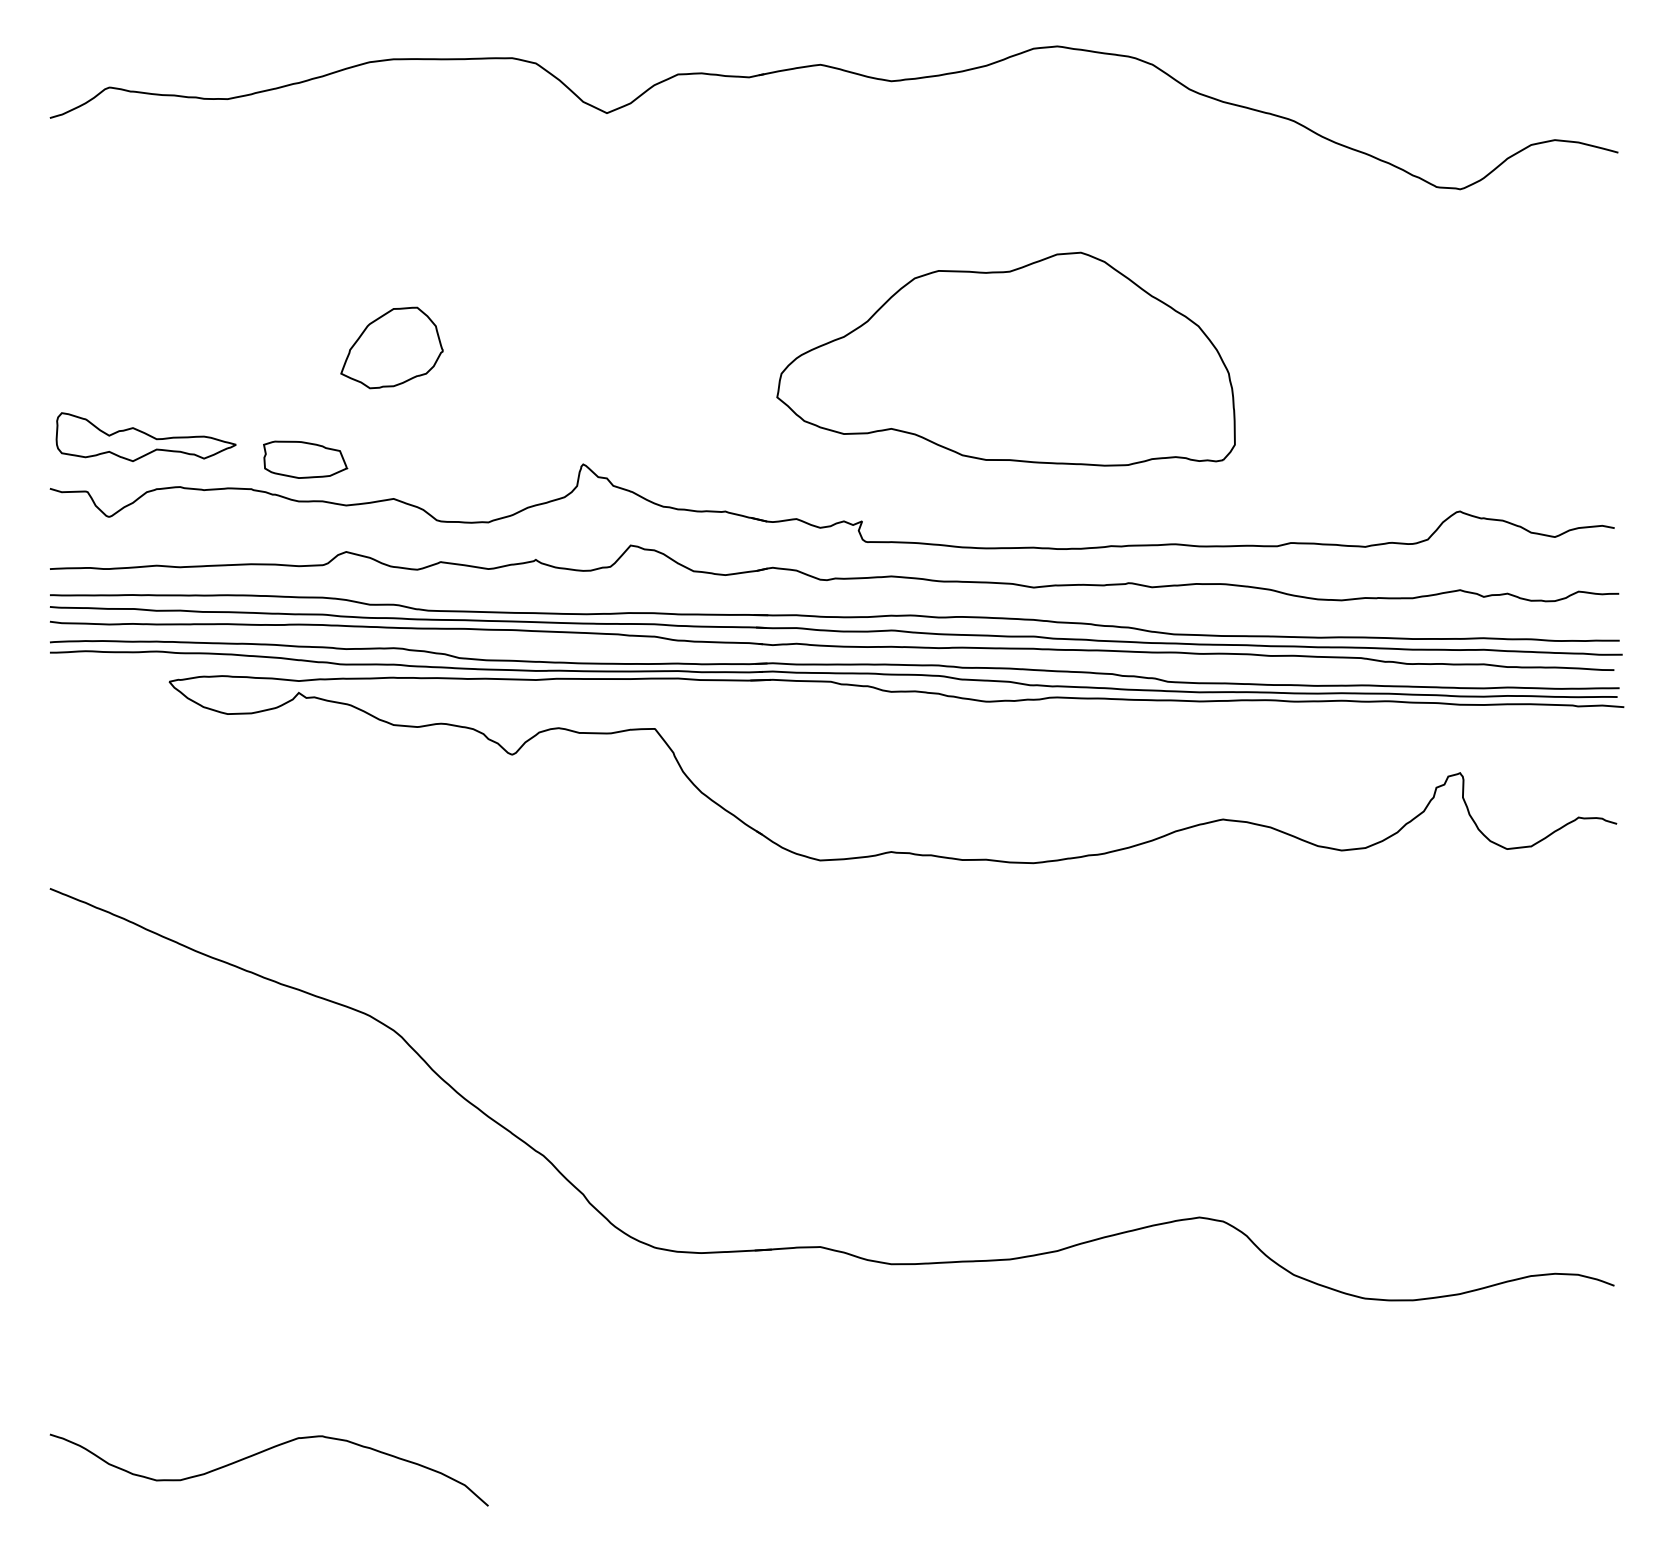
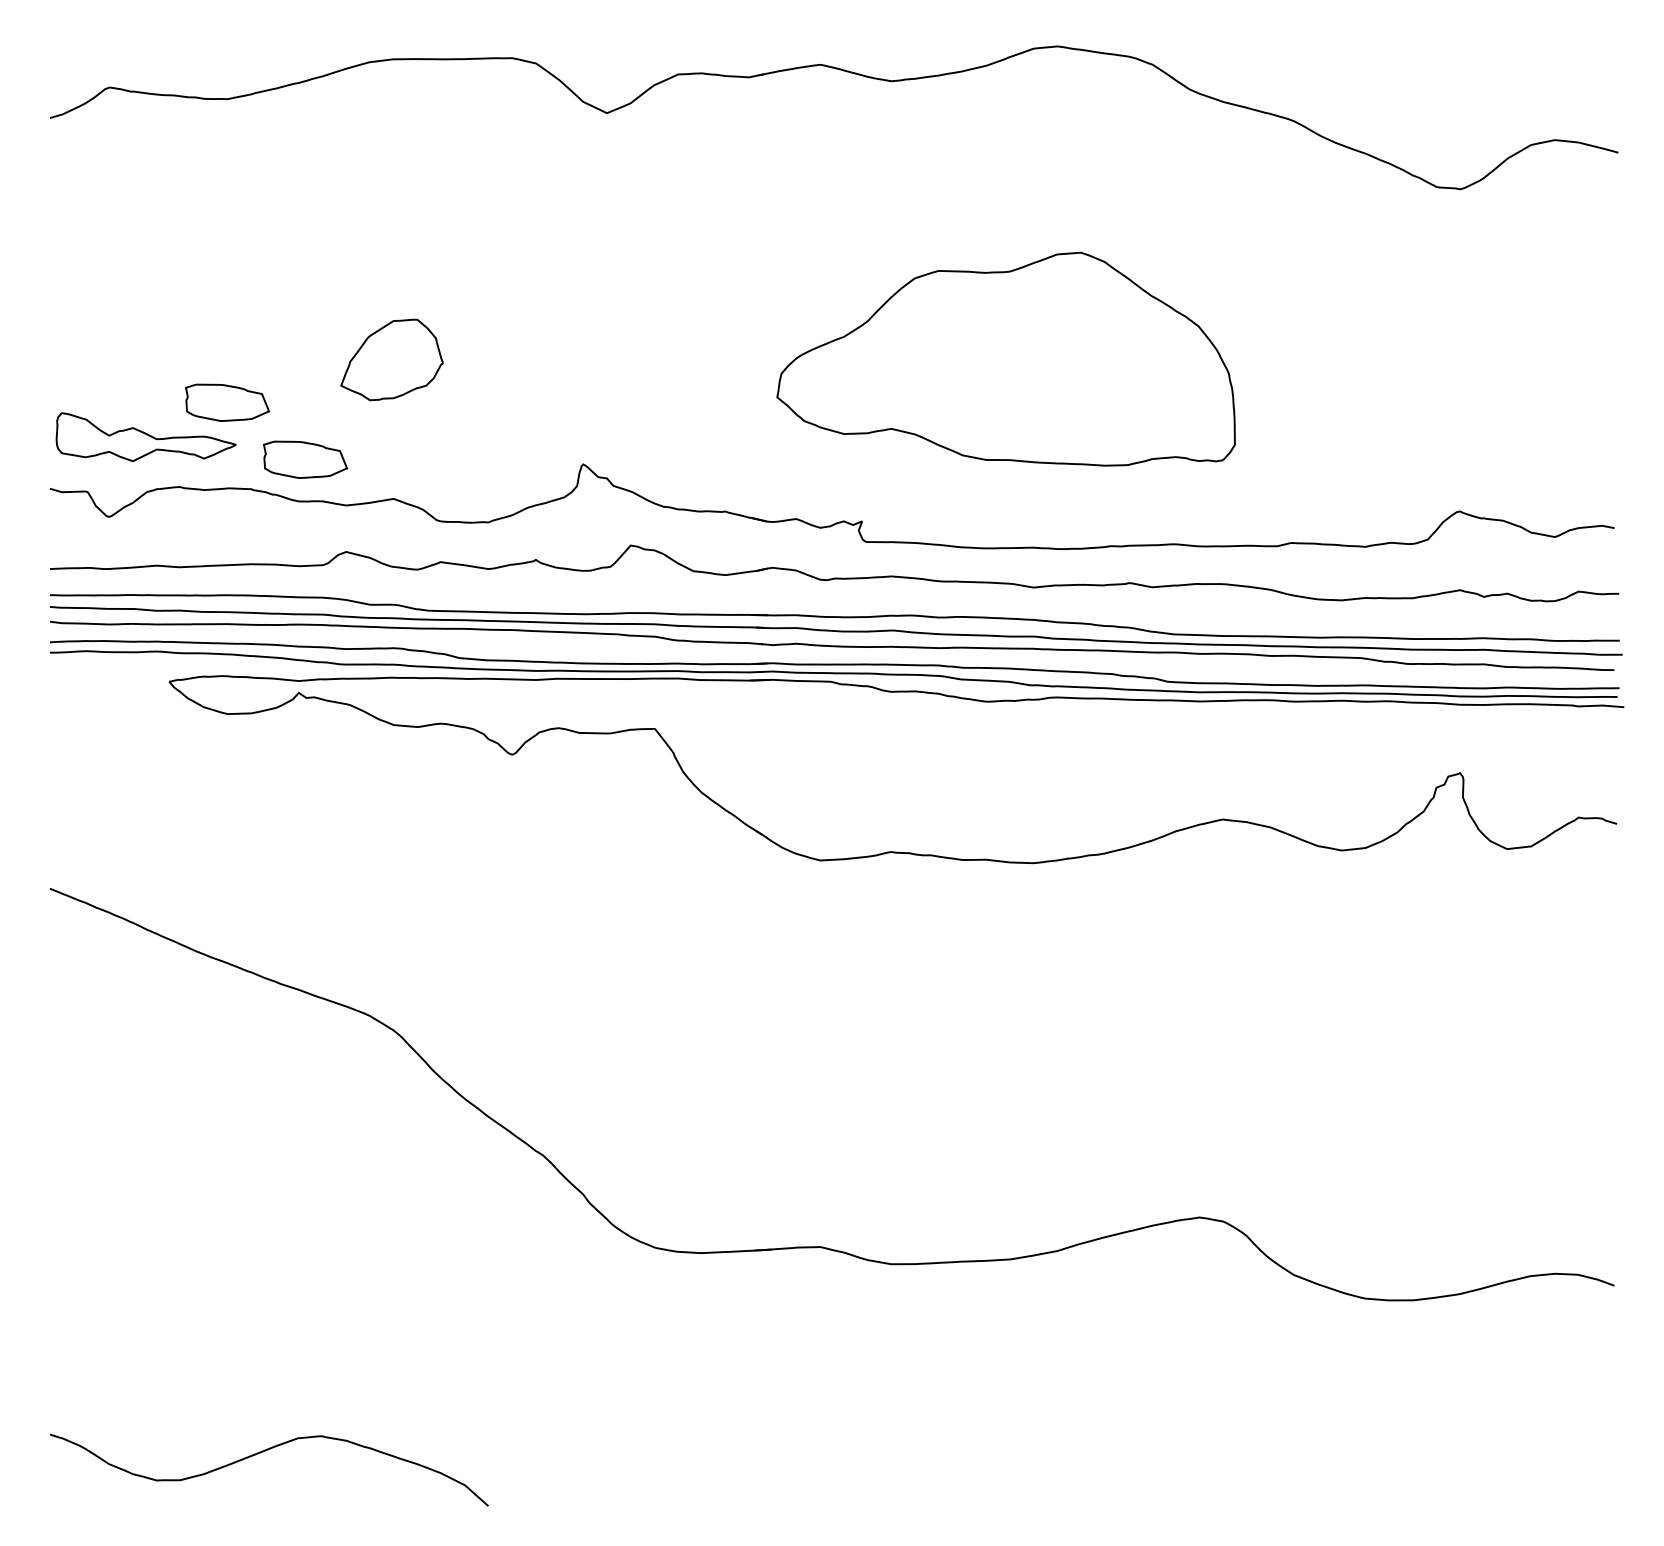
part at (391, 347) position: (391, 347) -> (391, 359)
part at (227, 402): none -> present
